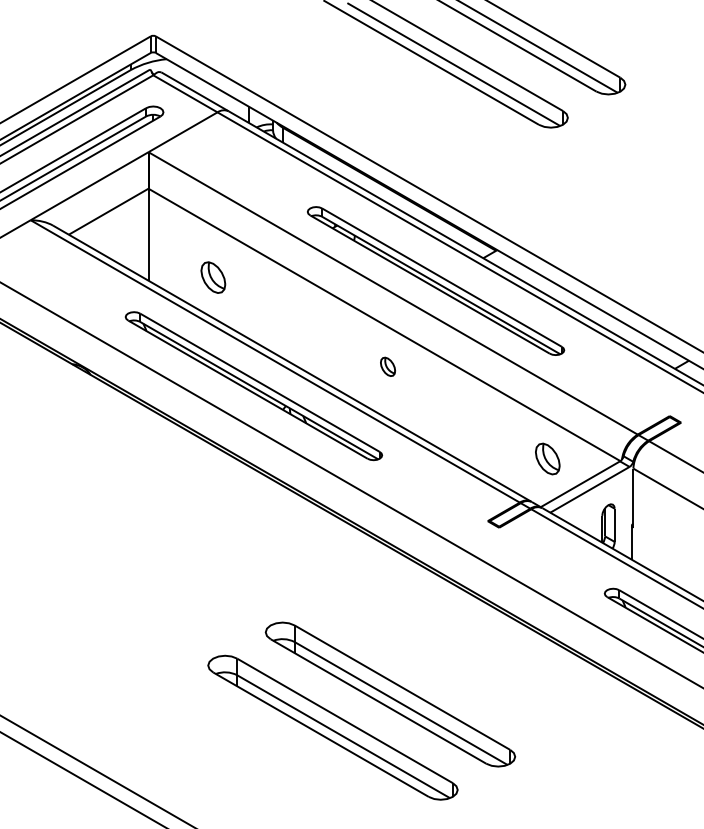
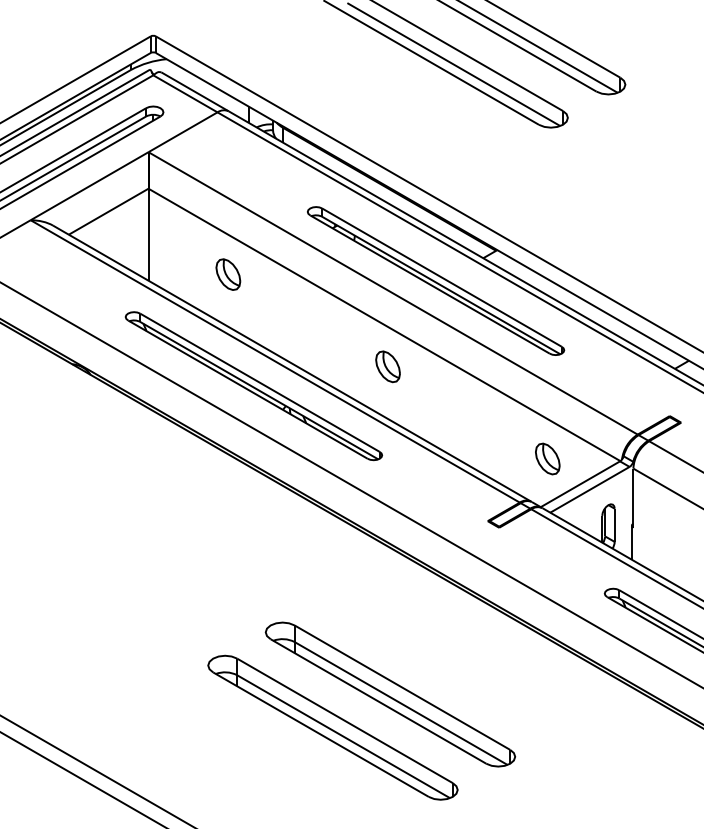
part at (213, 277) position: (213, 277) -> (228, 274)
part at (387, 366) size: 16x21 px -> 26x34 px
